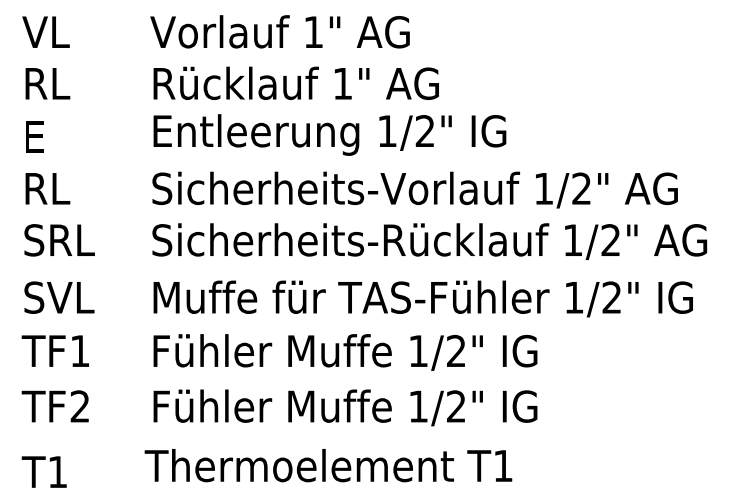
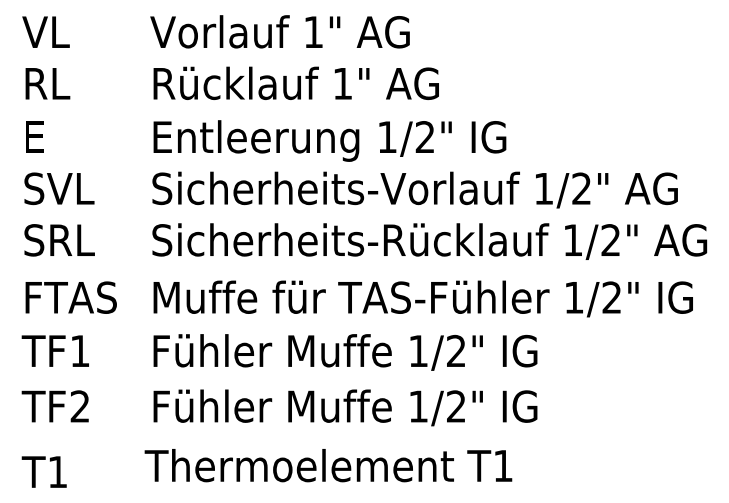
text at (329, 134) position: (329, 134) -> (329, 140)
text at (59, 188): RL -> SVL
text at (70, 297): SVL -> FTAS
